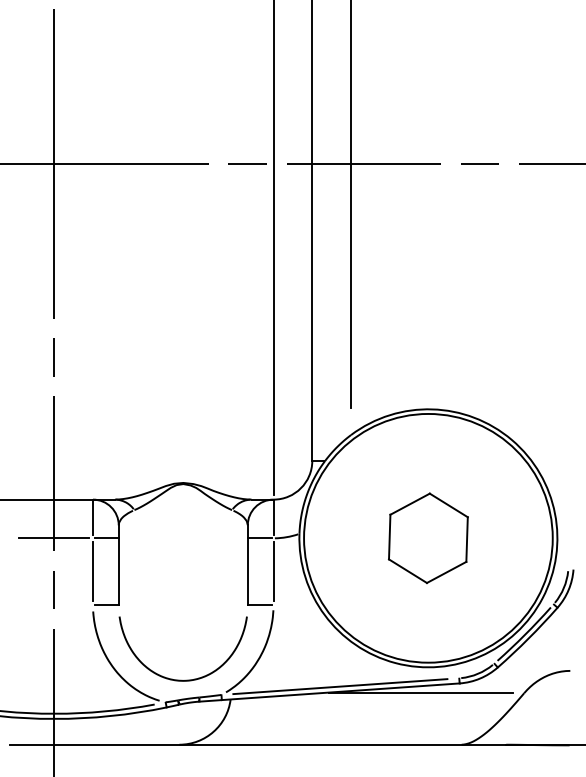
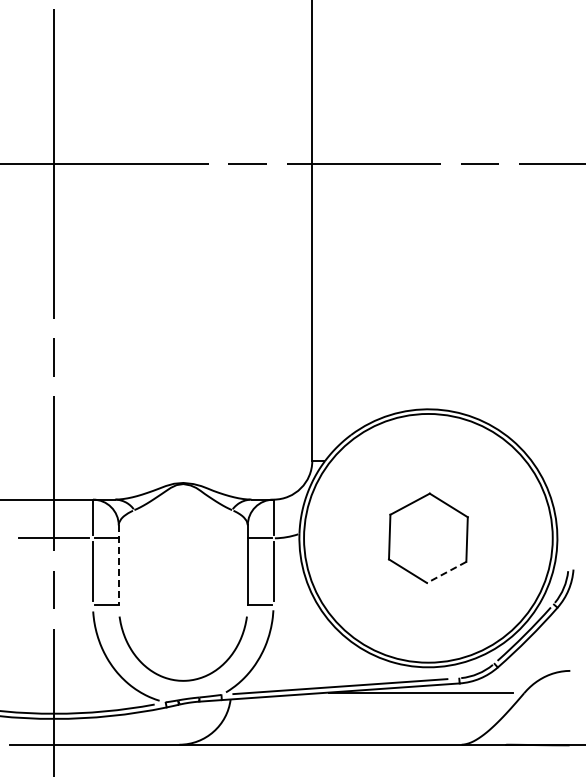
line at (351, 205): present -> none
line at (273, 248): present -> none
line at (118, 565): solid -> dashed
line at (446, 572): solid -> dashed
